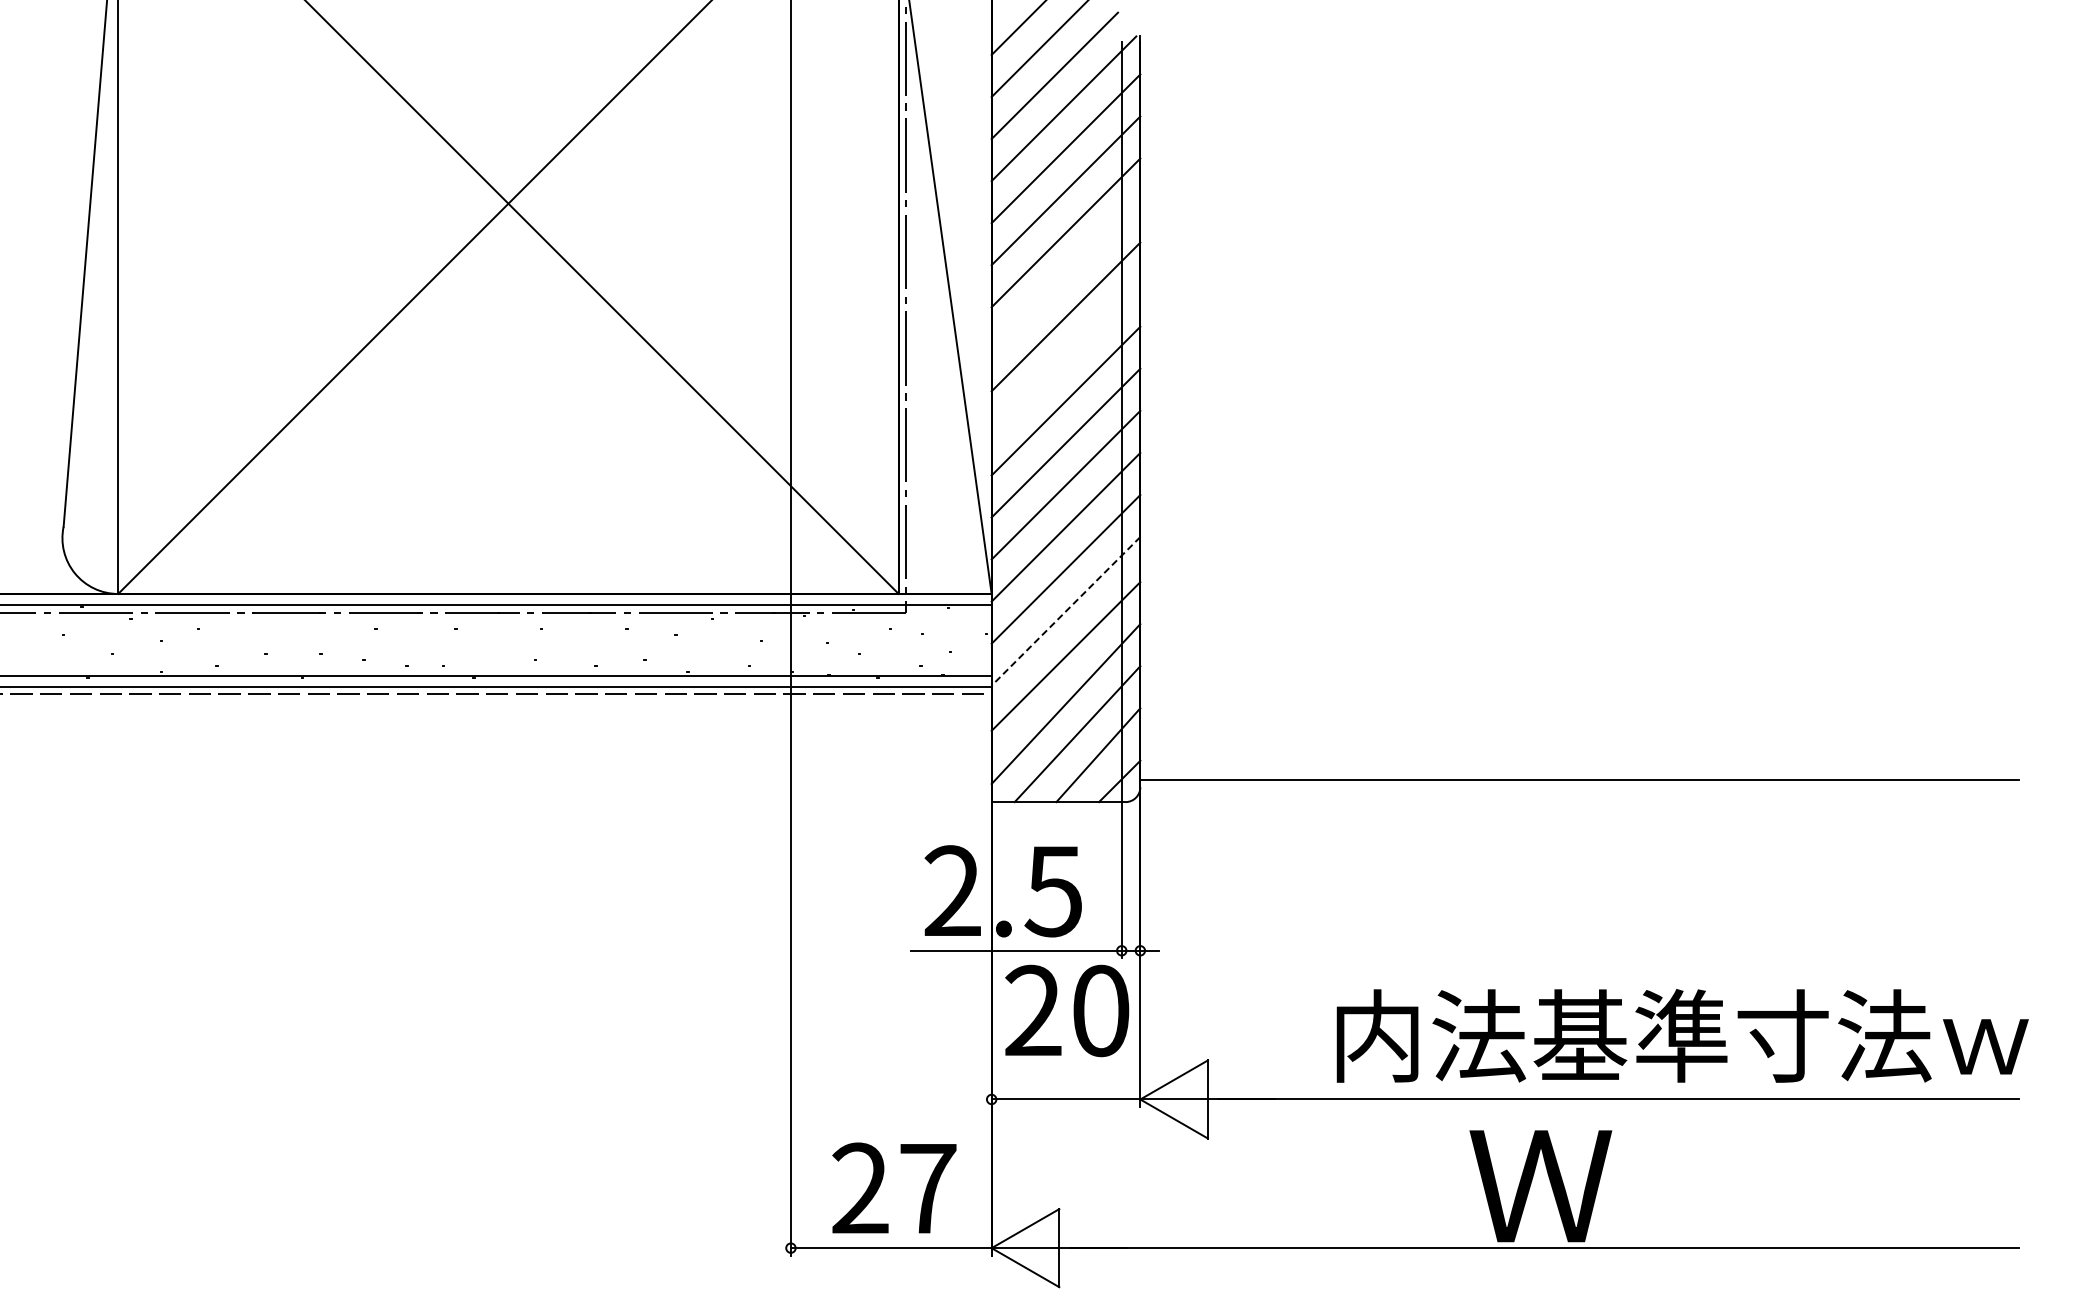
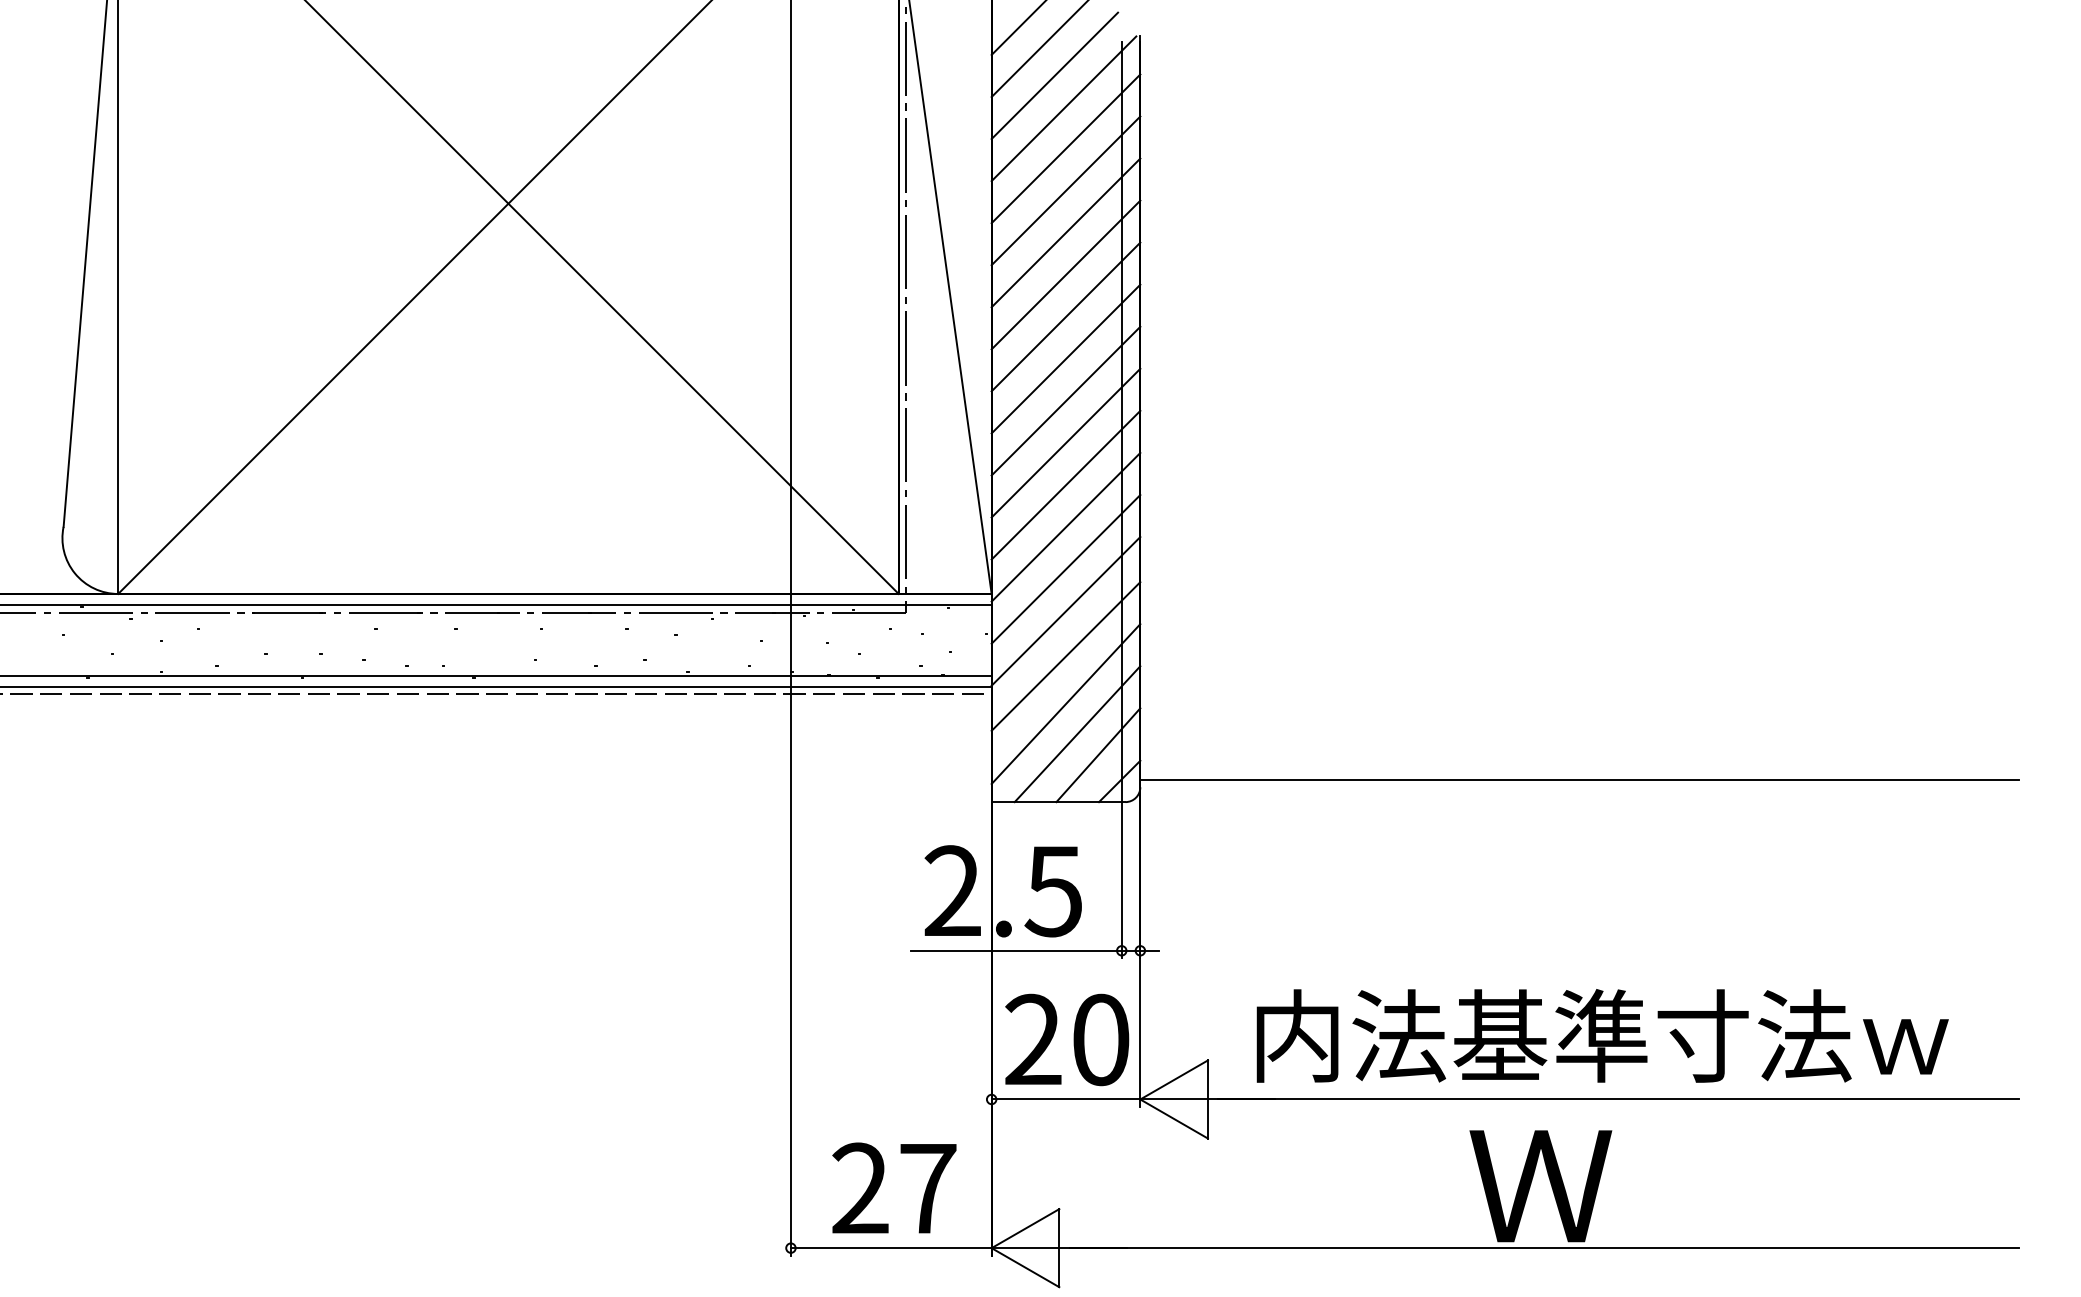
line at (1065, 274): none -> present
line at (1065, 358): none -> present
line at (1065, 611): dashed -> solid
text at (1067, 1010) position: (1067, 1010) -> (1067, 1039)
text at (1682, 1035) position: (1682, 1035) -> (1602, 1035)
